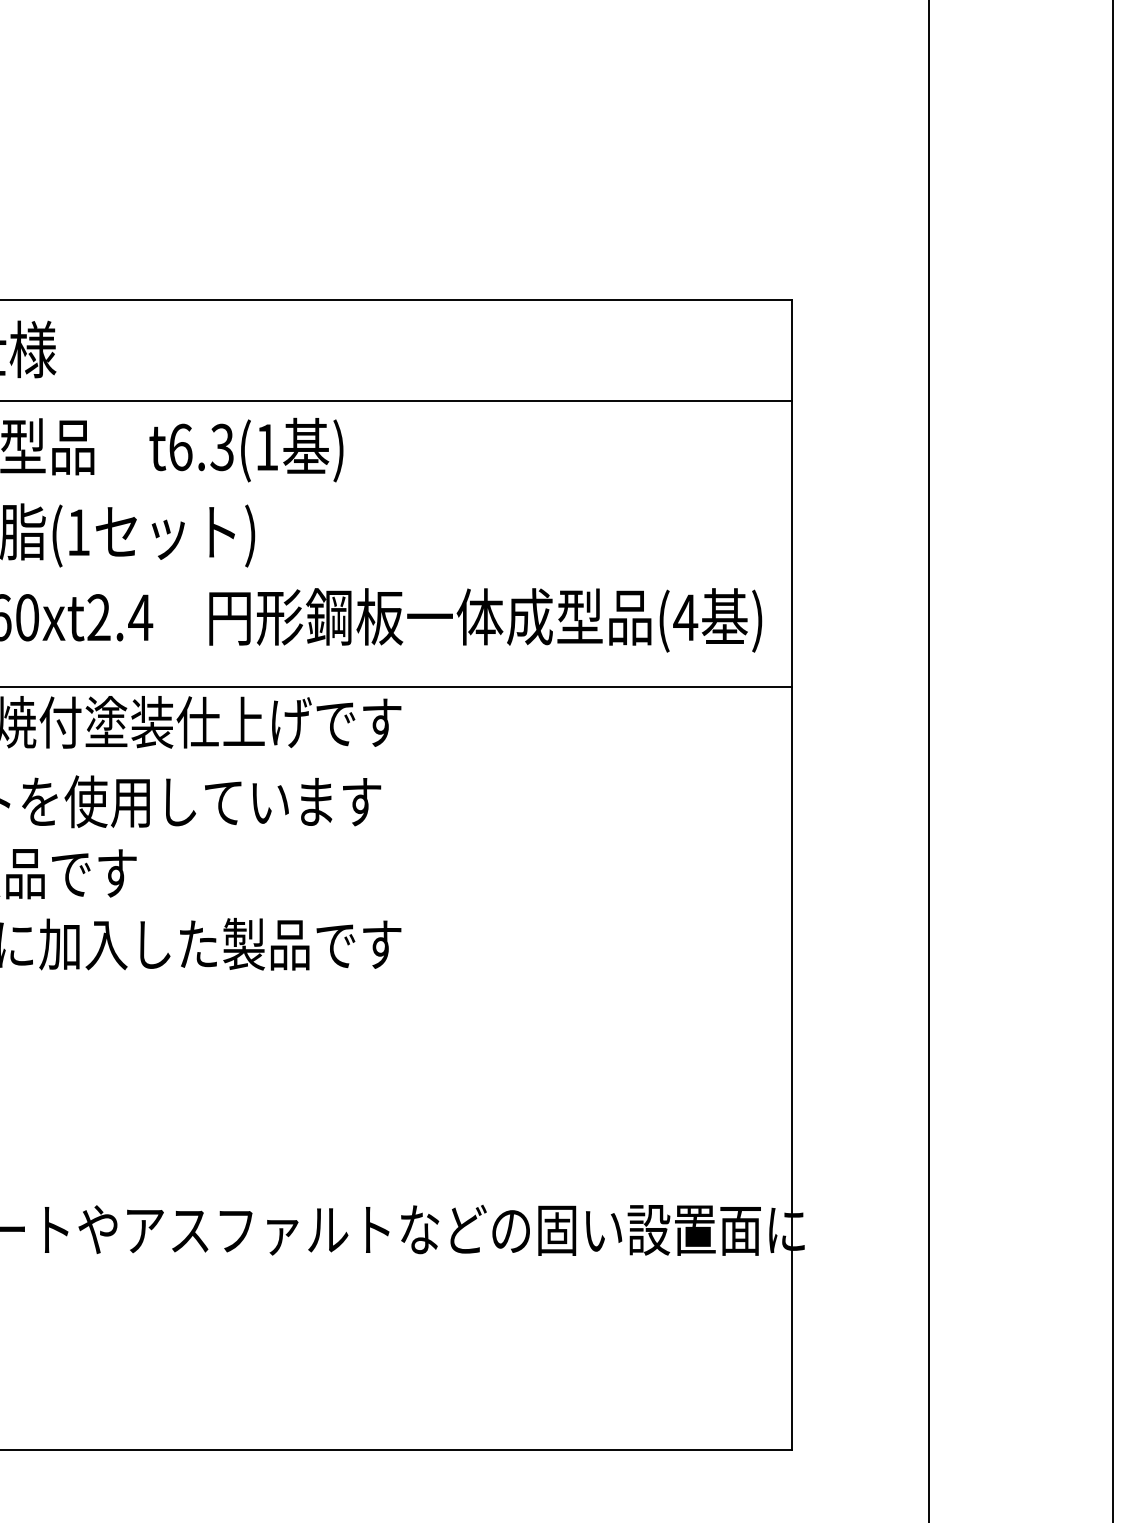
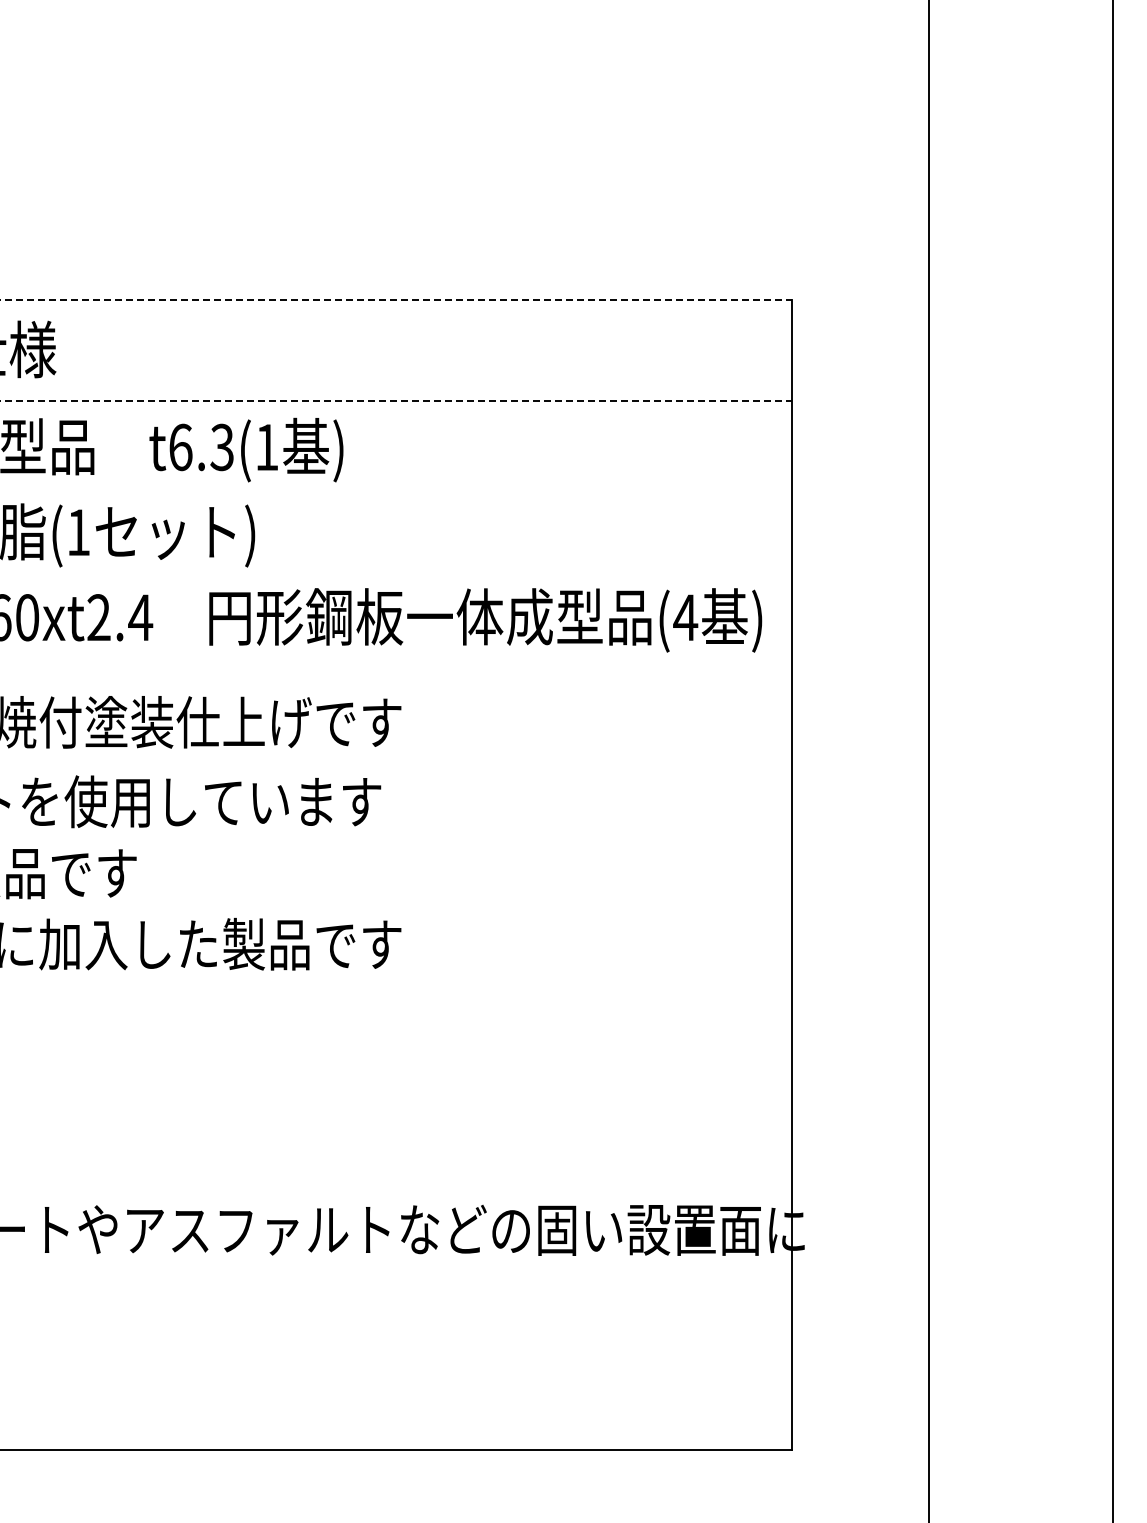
line at (396, 299): solid -> dashed
line at (396, 400): solid -> dashed
line at (397, 686): present -> none
